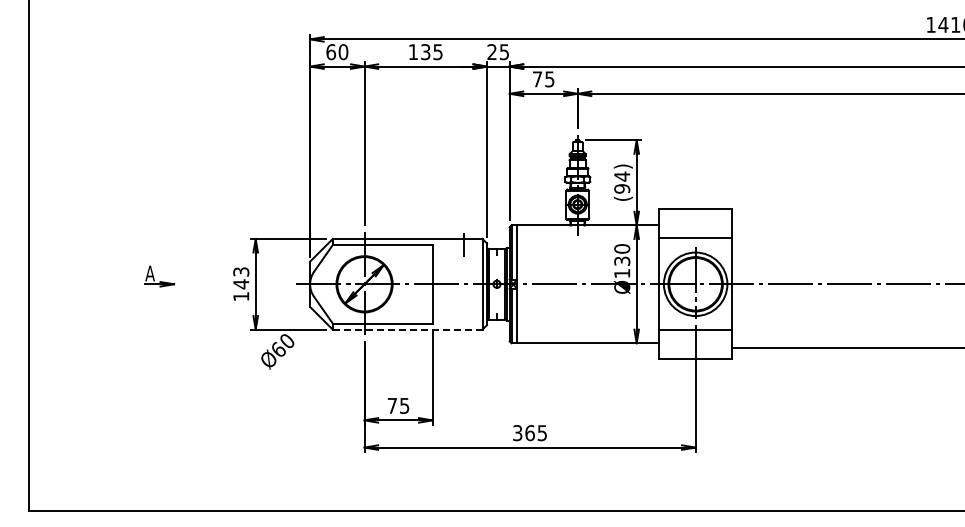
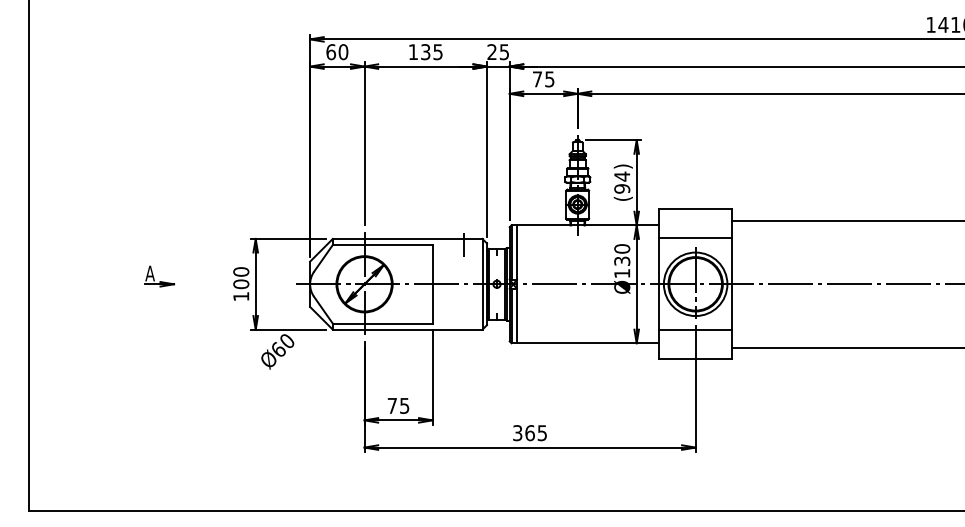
line at (846, 220): none -> present
text at (241, 278): 143 -> 100
line at (407, 329): dashed -> solid
